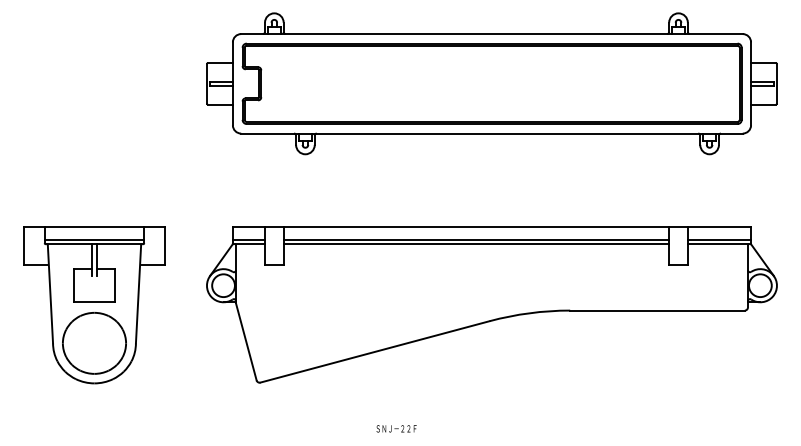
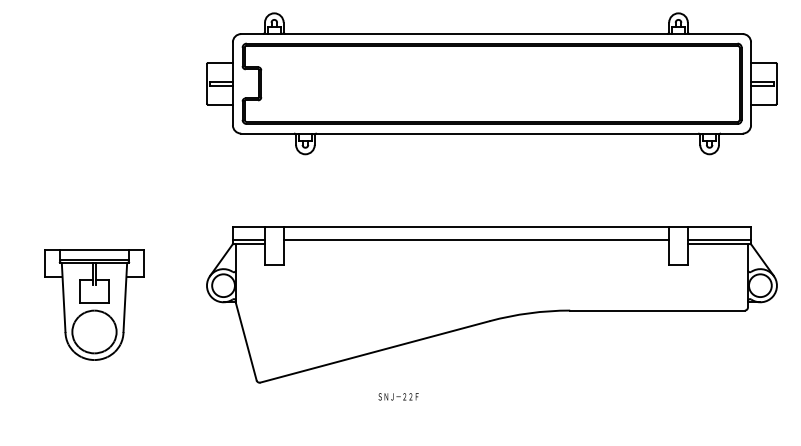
line at (476, 244): present -> none
part at (94, 305) size: 143x159 px -> 101x112 px
text at (396, 428) position: (396, 428) -> (398, 396)
